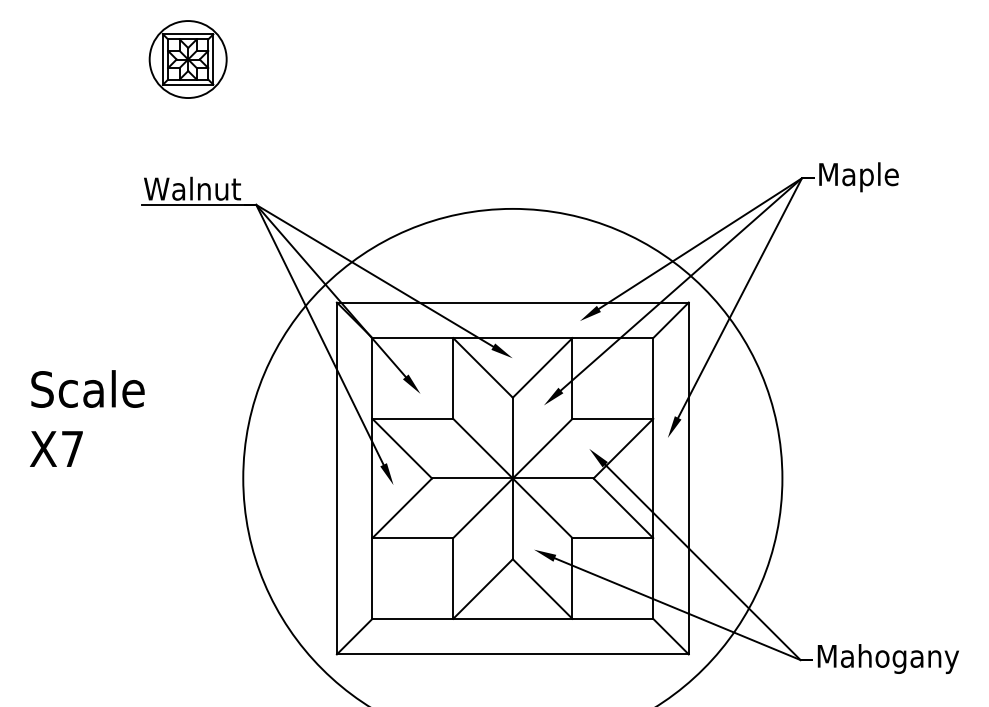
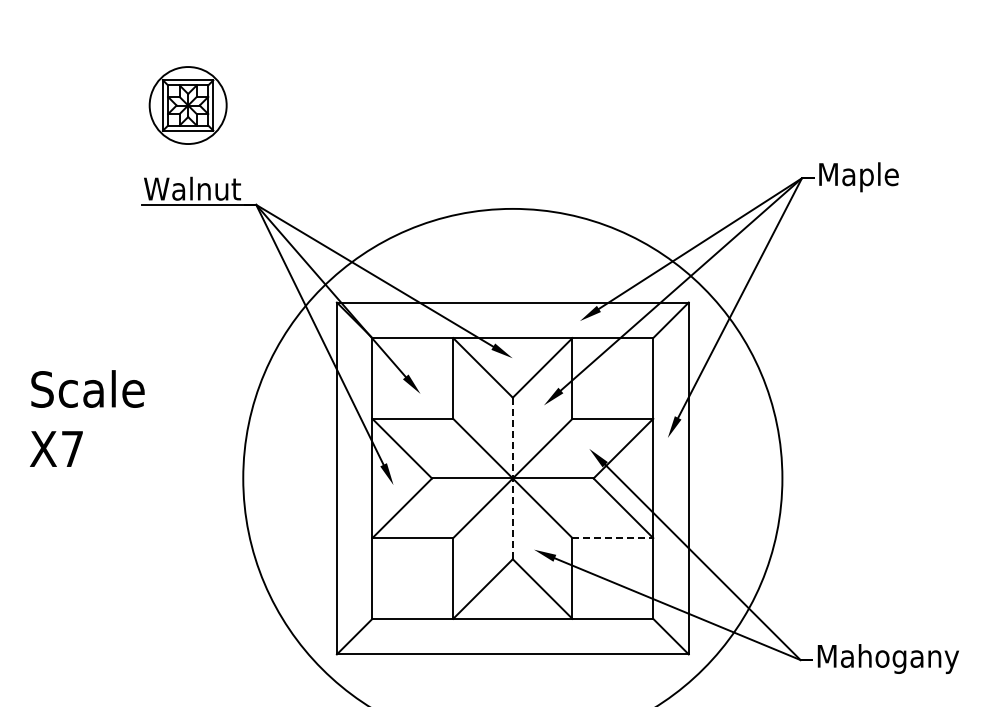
part at (187, 59) position: (187, 59) -> (187, 105)
line at (512, 478): solid -> dashed
line at (613, 538): solid -> dashed
